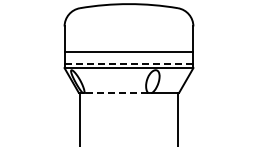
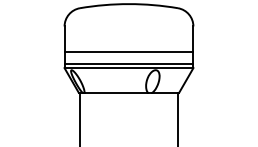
line at (128, 63): dashed -> solid
line at (116, 92): dashed -> solid
